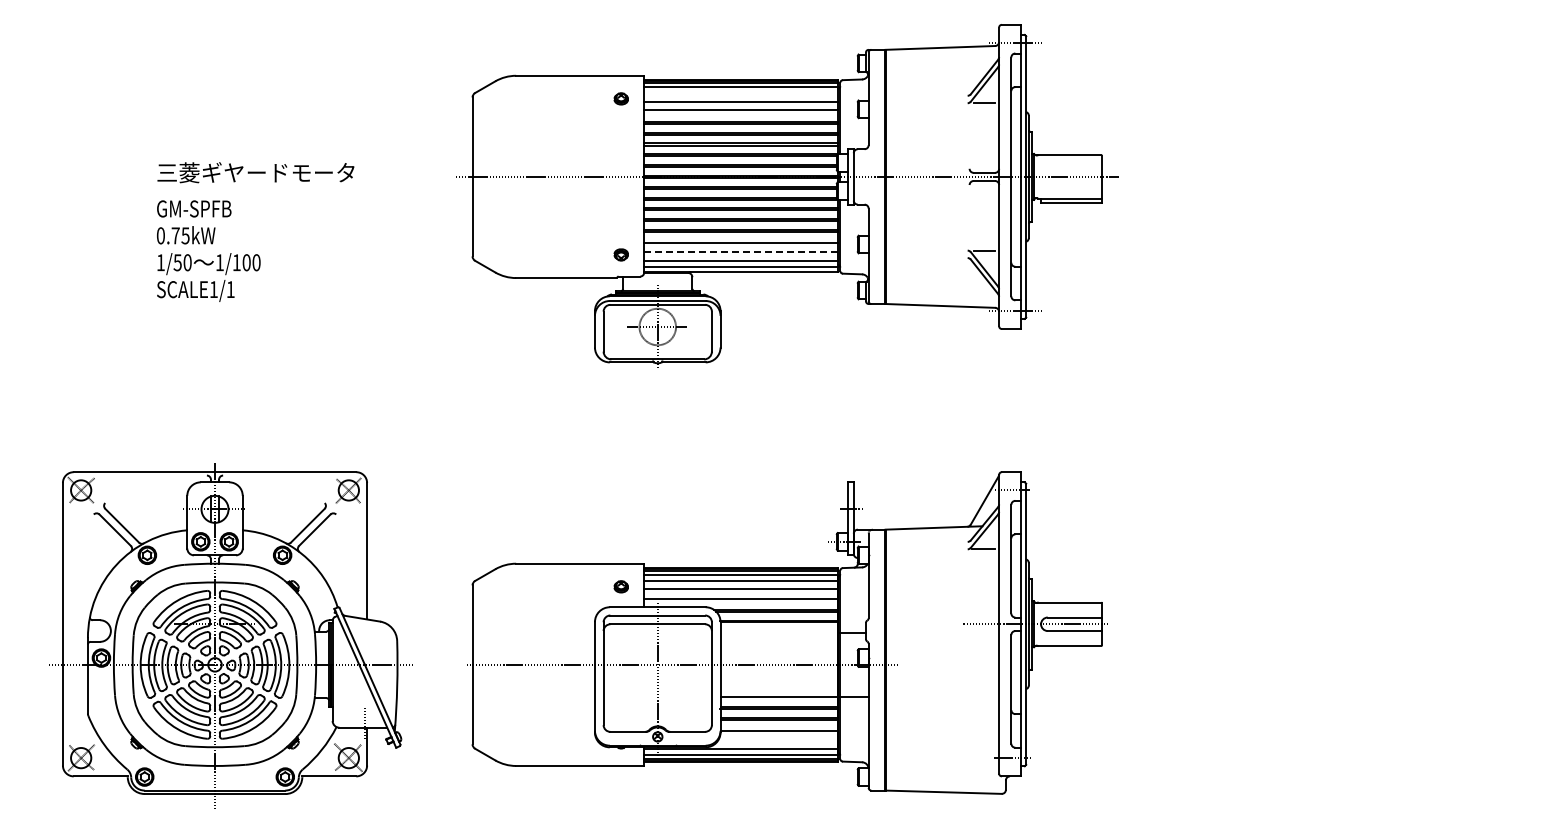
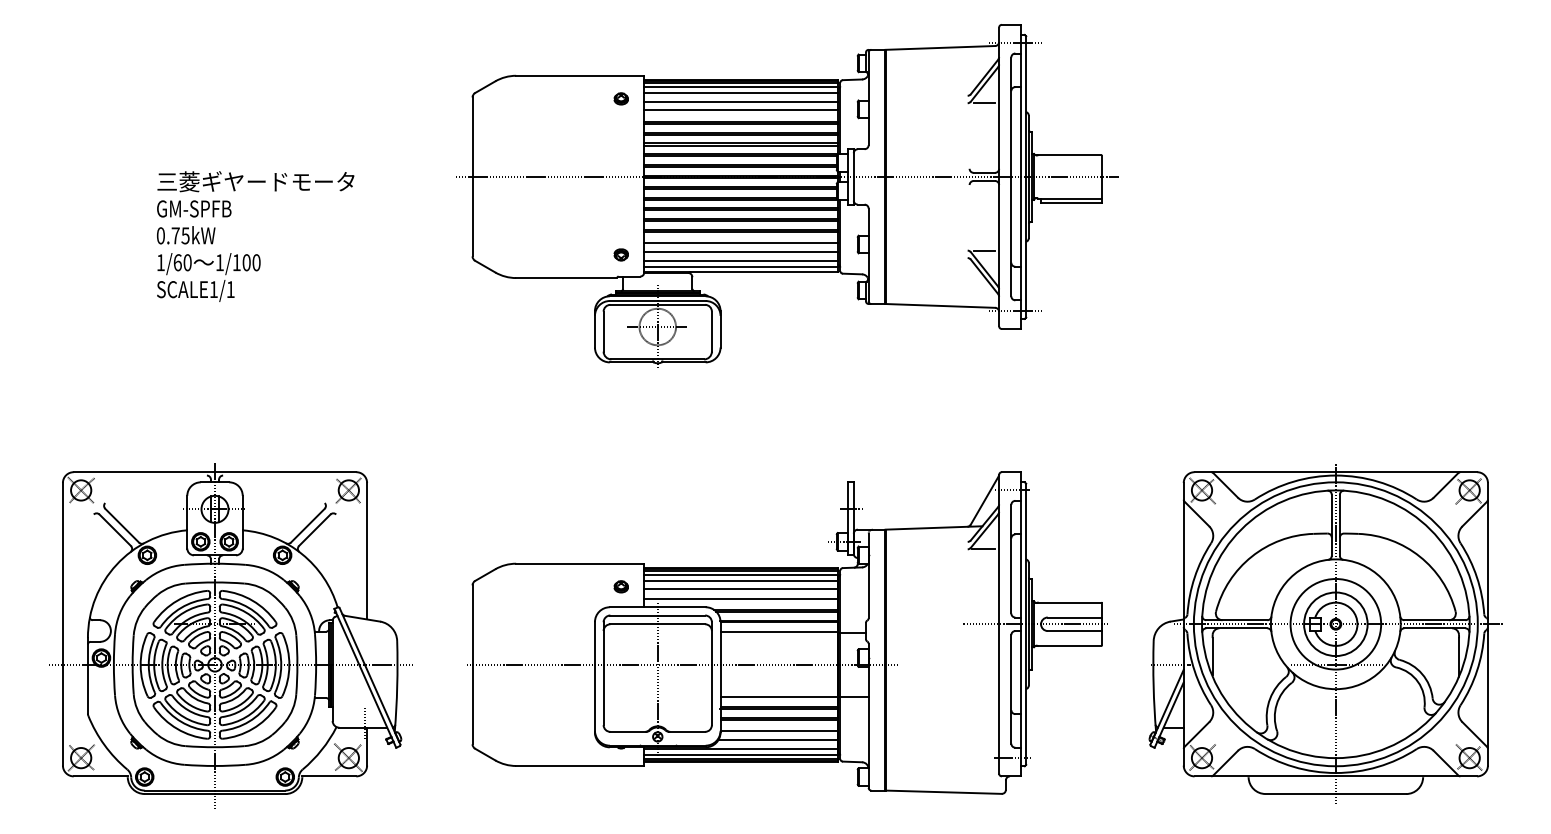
line at (740, 93): none -> present
text at (255, 172) position: (255, 172) -> (255, 181)
line at (740, 252): dashed -> solid
text at (177, 262): 1/50 -> 1/60
line at (778, 632): none -> present
part at (1325, 633): none -> present
line at (777, 740): none -> present
